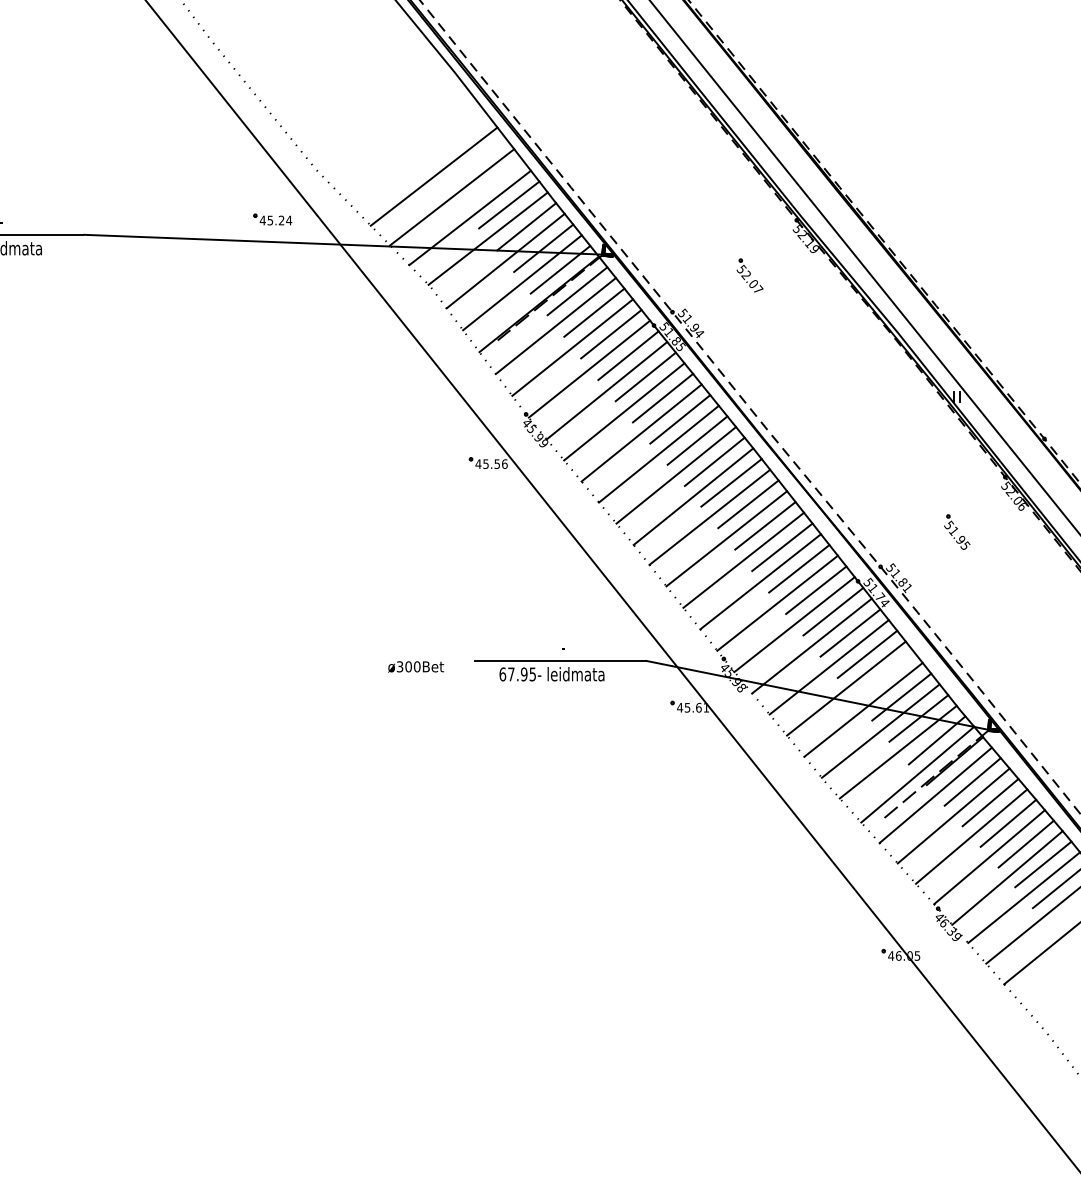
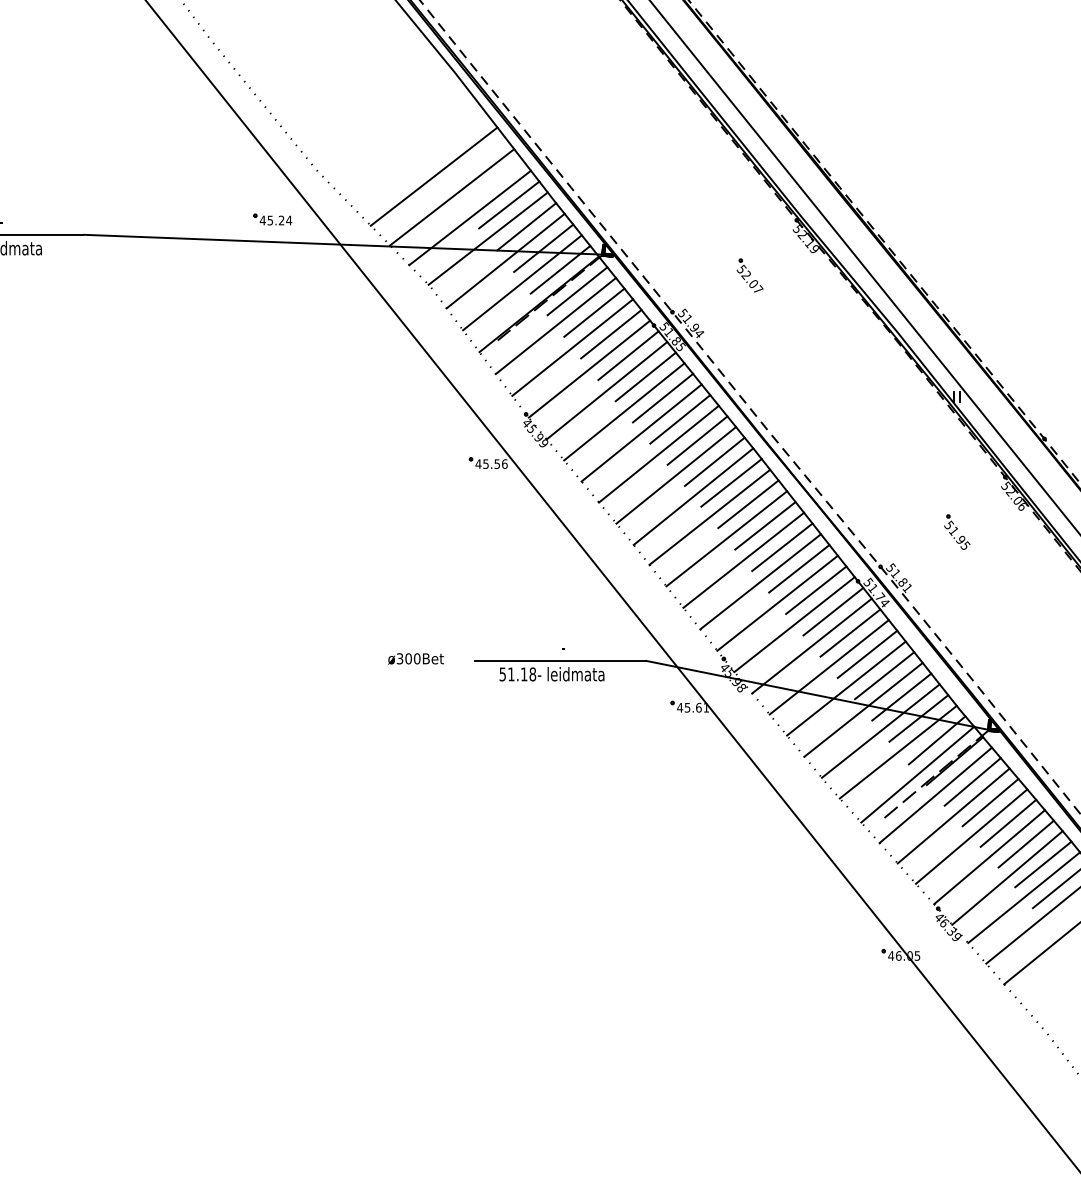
text at (415, 666) position: (415, 666) -> (415, 658)
text at (517, 674): 67.95- -> 51.18-
line at (884, 675): none -> present
